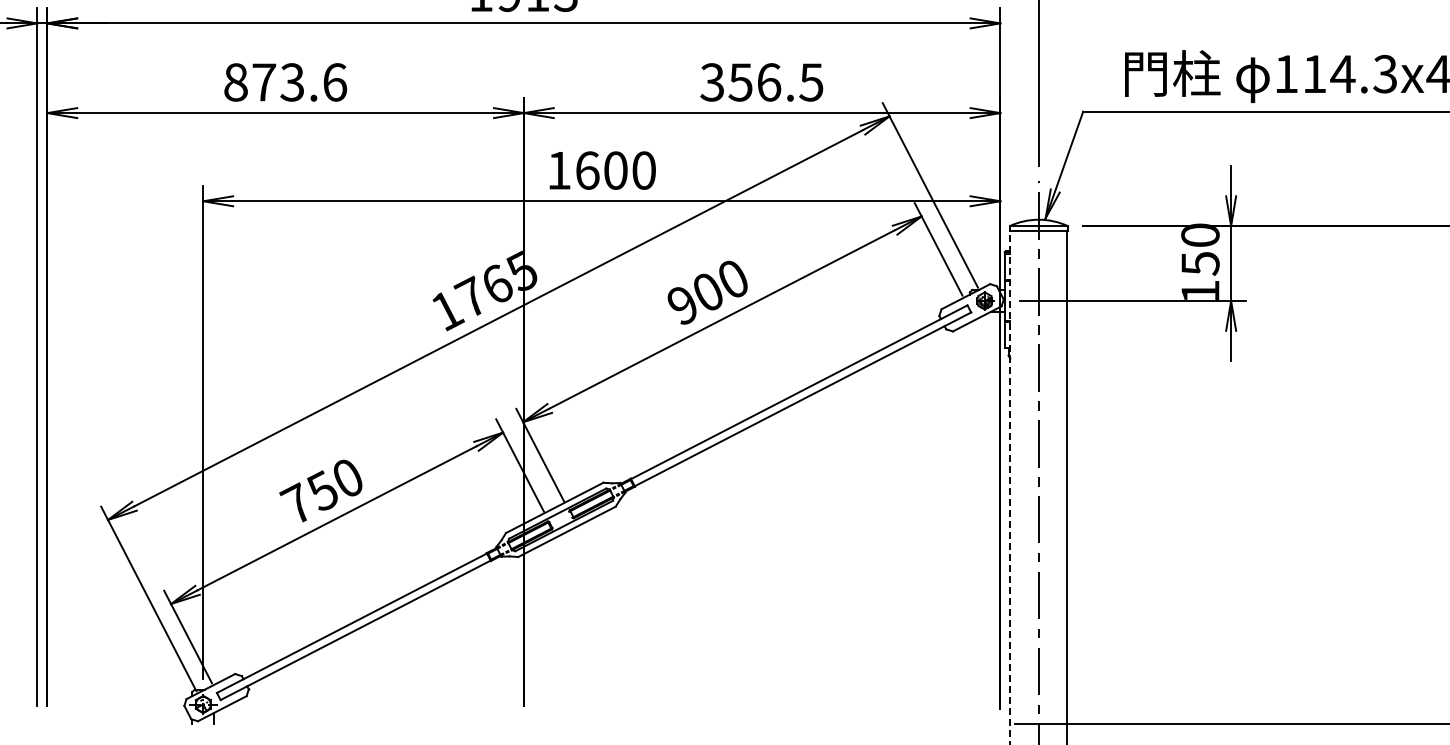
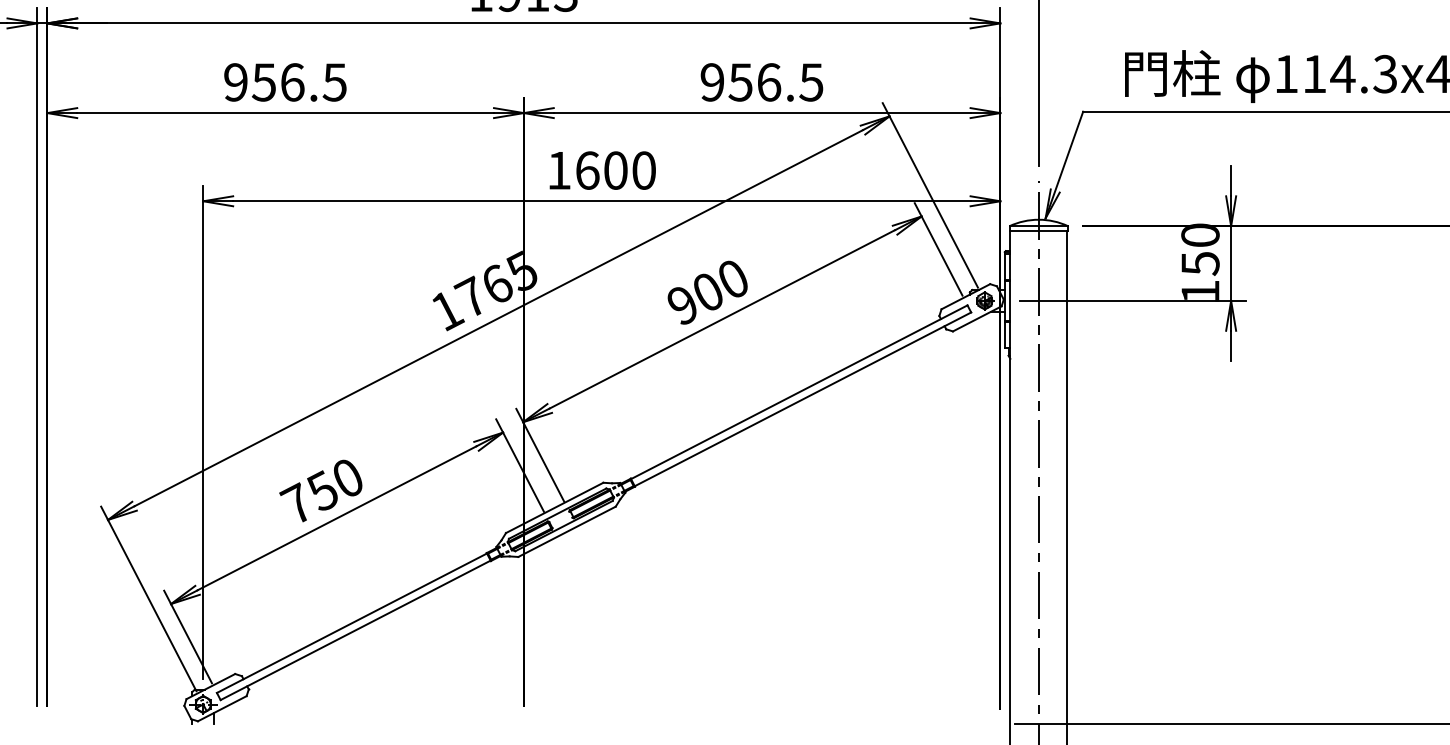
text at (285, 82): 873.6 -> 956.5
text at (711, 82): 356.5 -> 956.5
line at (1010, 488): dashed -> solid
